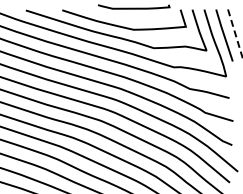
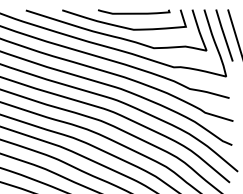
curve at (134, 7) position: (134, 7) -> (134, 12)
line at (235, 34): dashed -> solid
